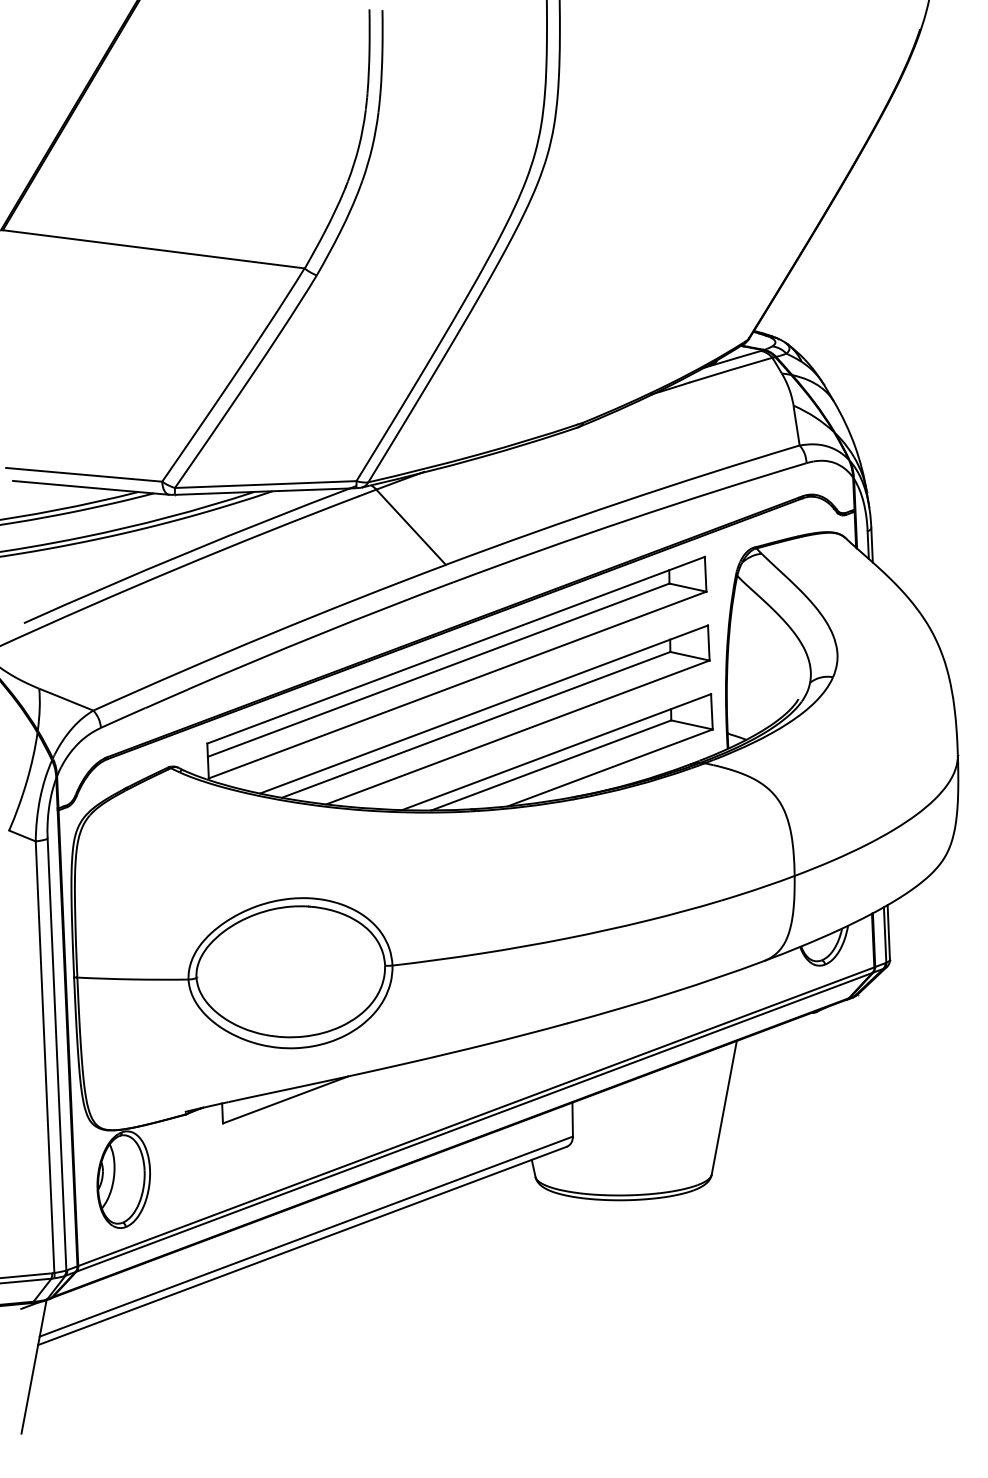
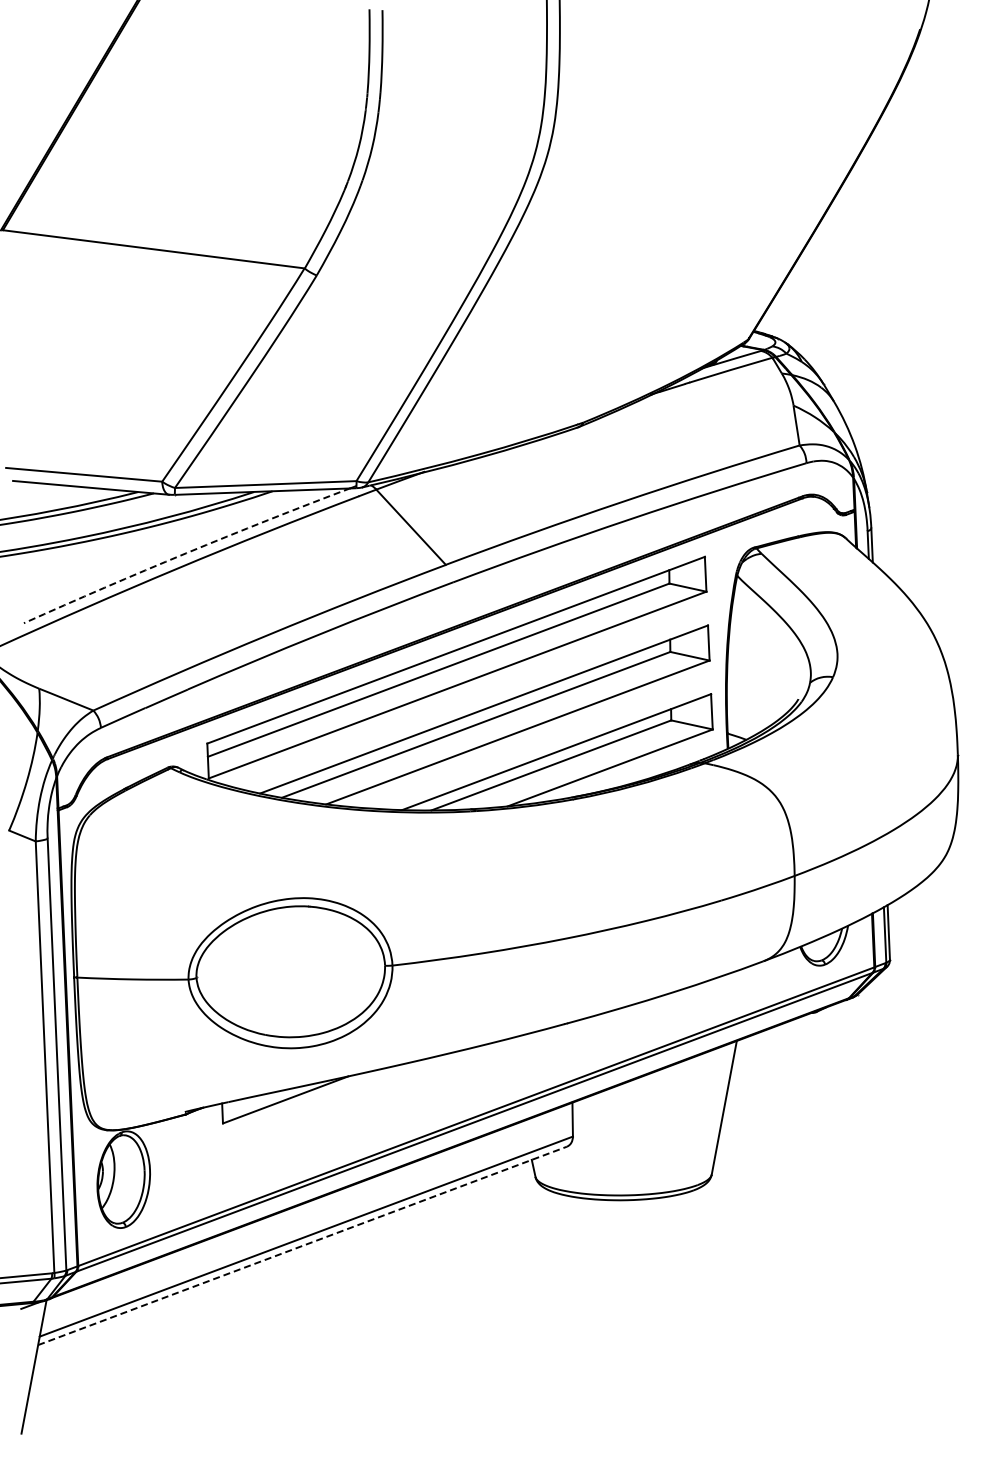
arc at (186, 553): solid -> dashed
line at (302, 1245): solid -> dashed
